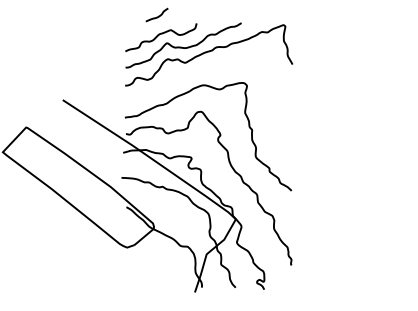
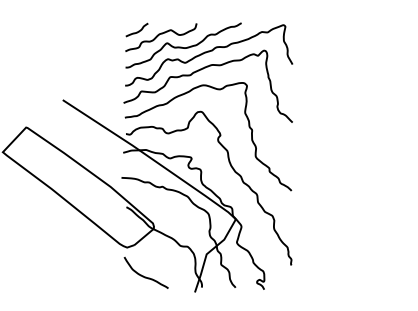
curve at (156, 16) position: (156, 16) -> (136, 31)
curve at (199, 71): none -> present
curve at (143, 275): none -> present
